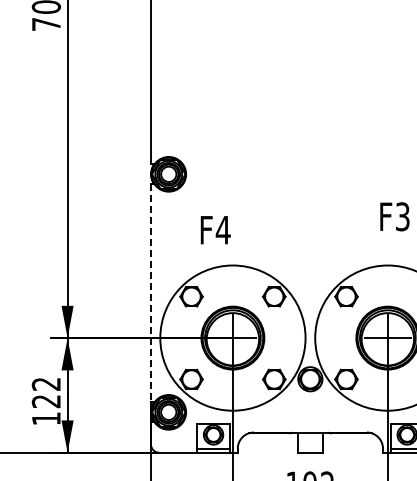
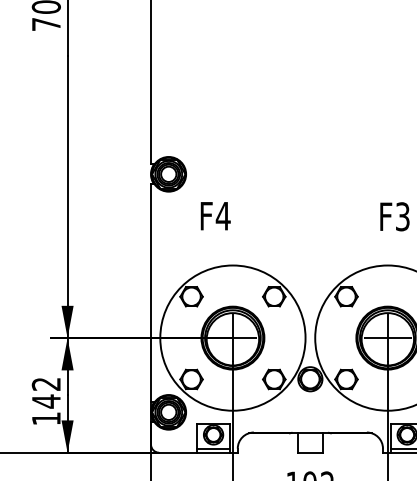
text at (215, 230) position: (215, 230) -> (215, 216)
line at (151, 293): dashed -> solid
text at (45, 401): 122 -> 142
